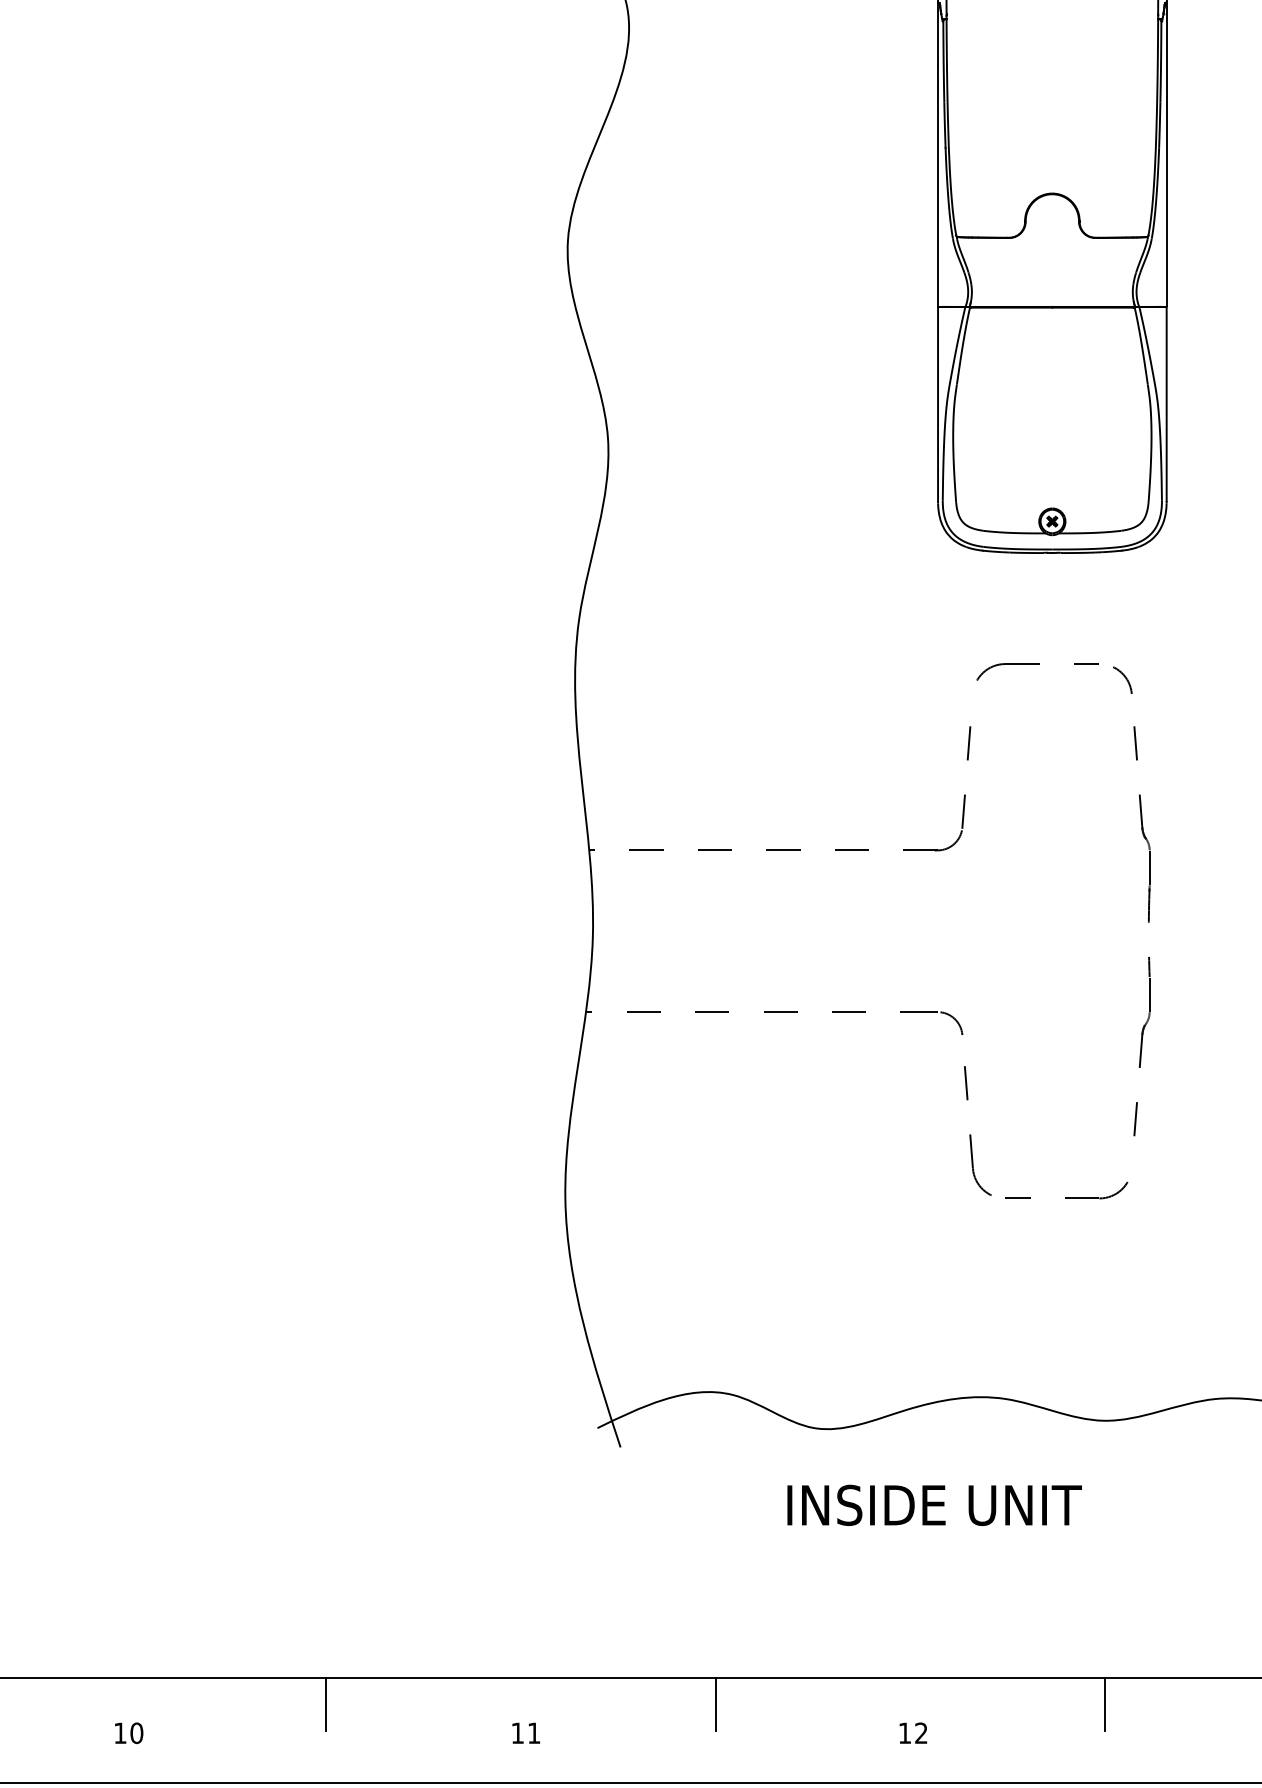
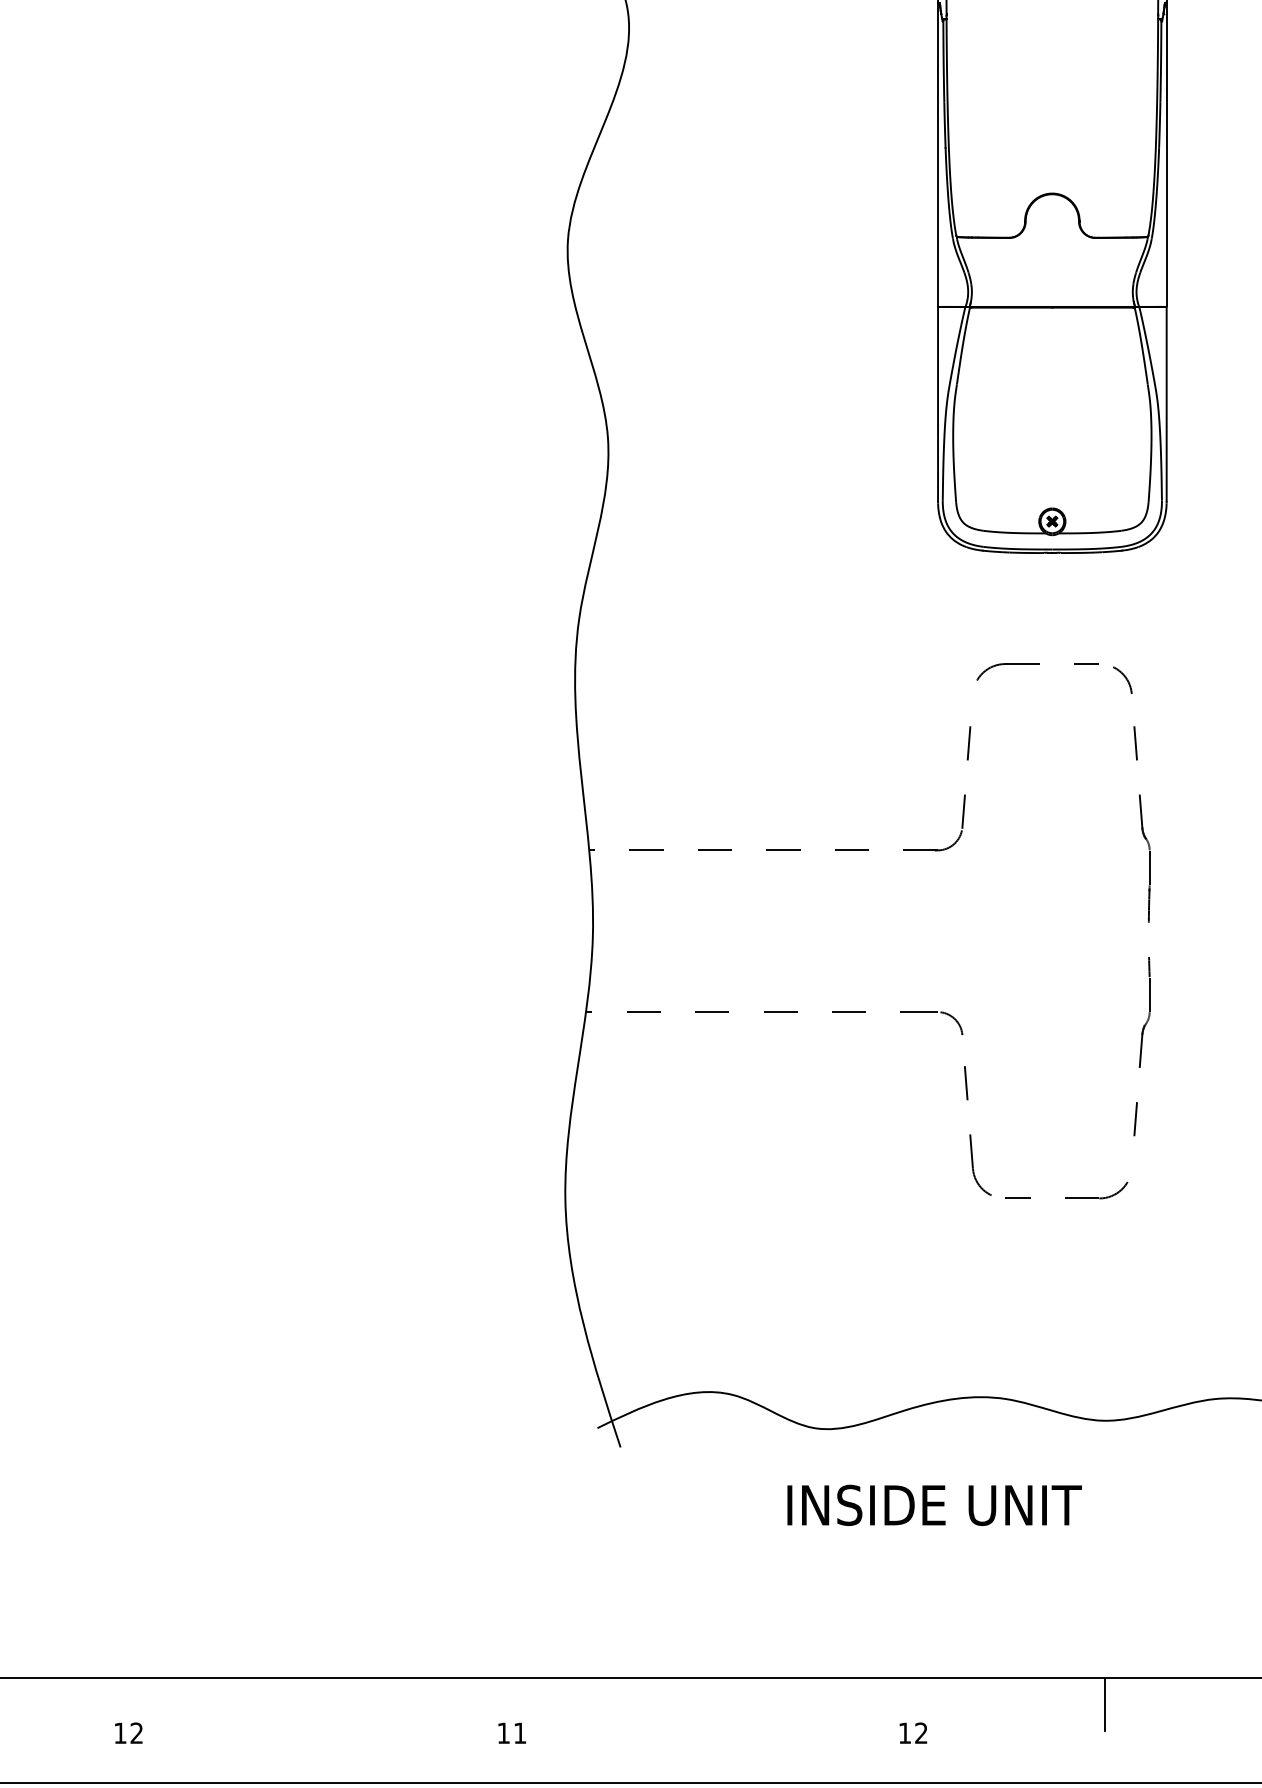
line at (326, 1704): present -> none
line at (715, 1704): present -> none
text at (525, 1732) position: (525, 1732) -> (511, 1732)
text at (136, 1733): 10 -> 12
